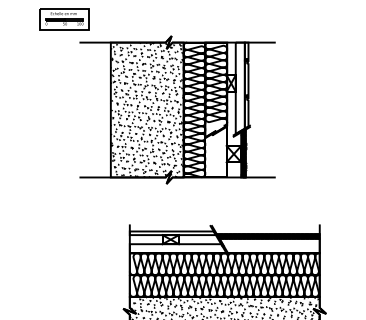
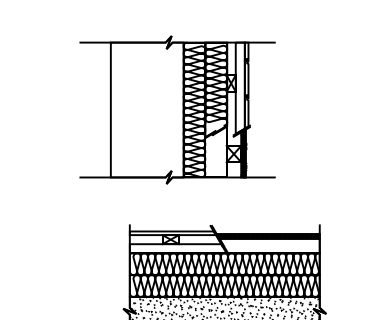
part at (64, 19): present -> none
hatch at (146, 111): present -> none
